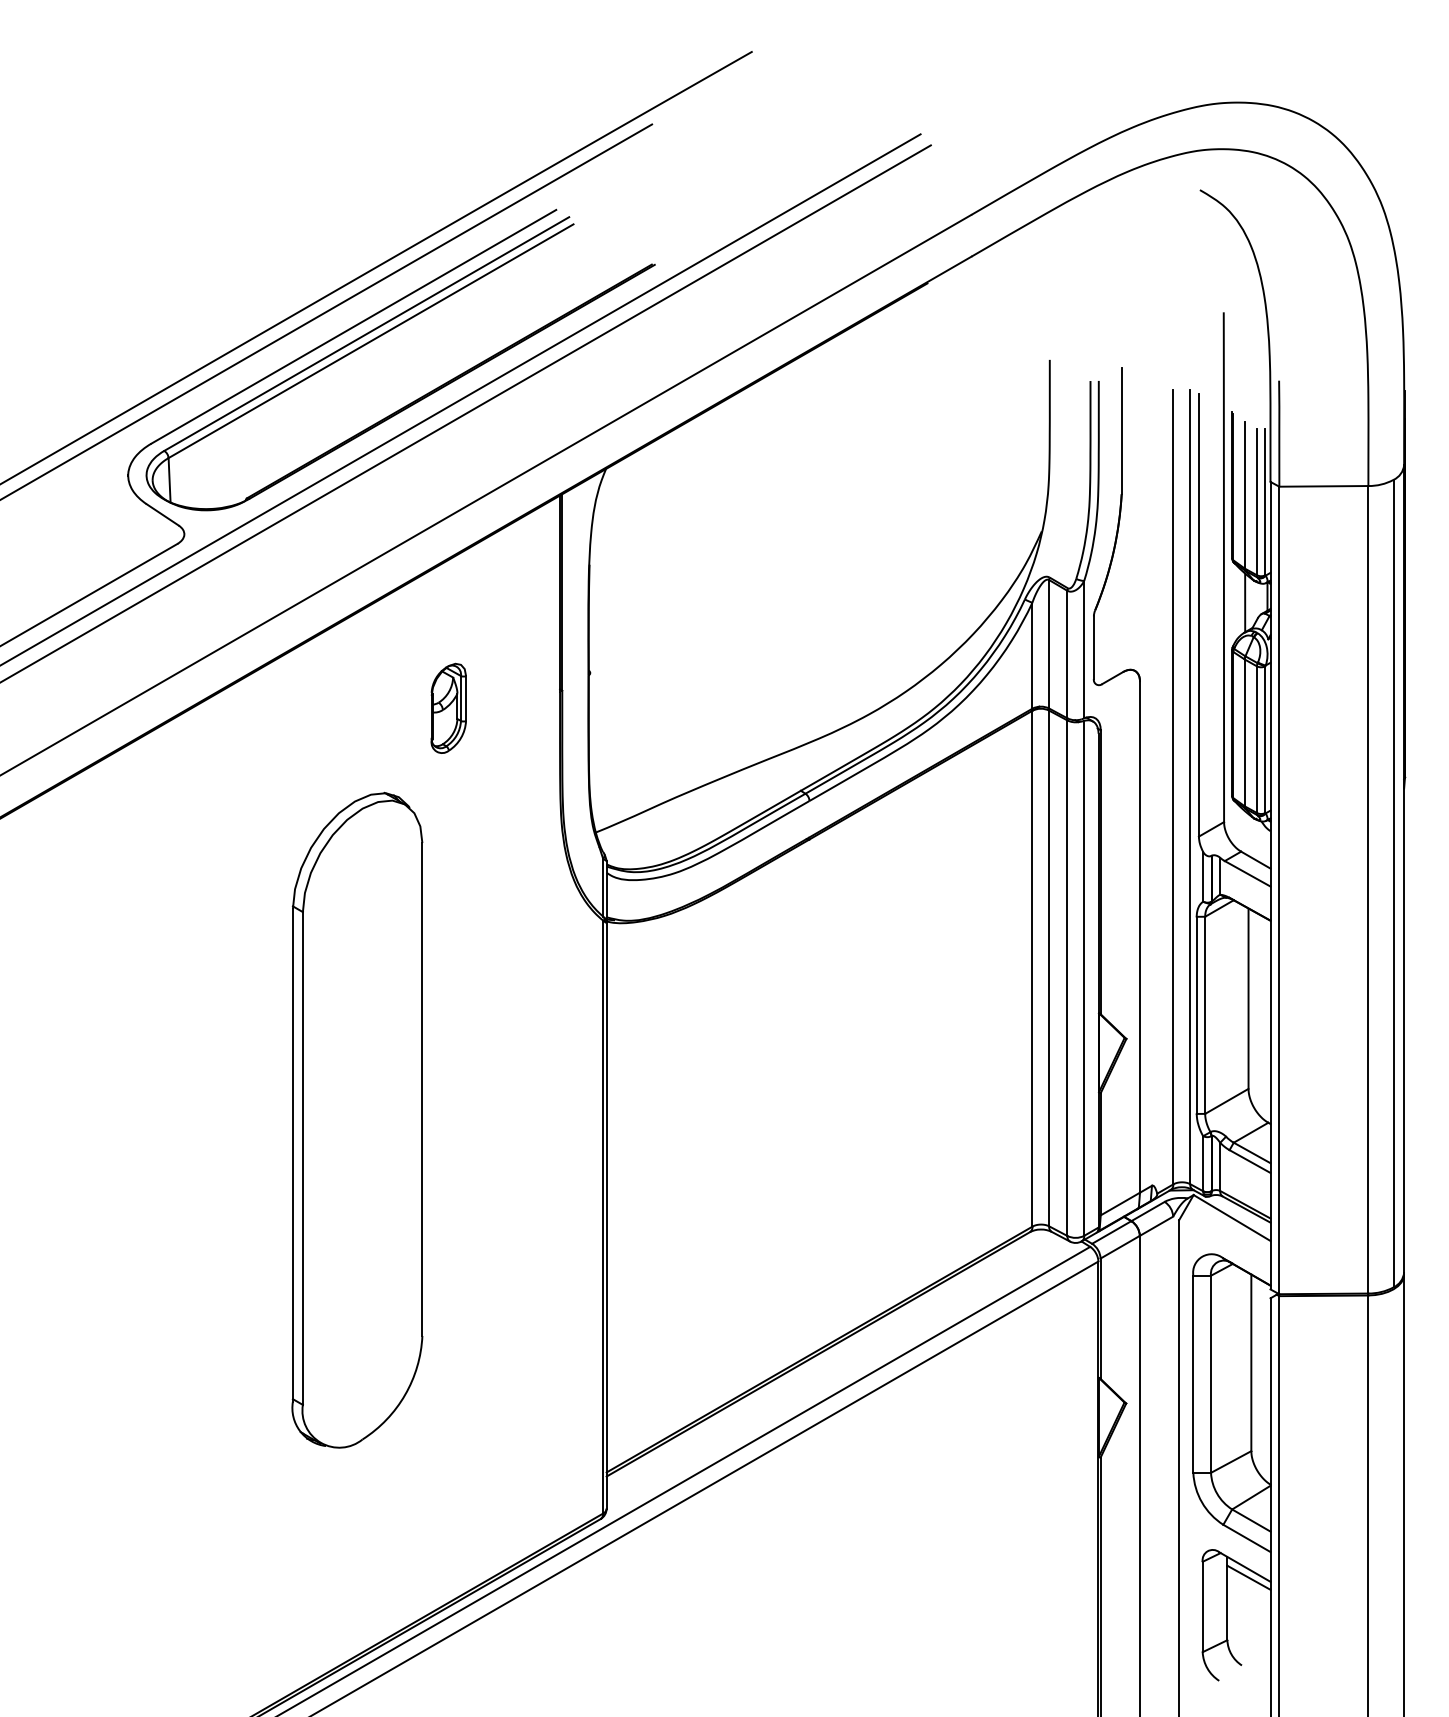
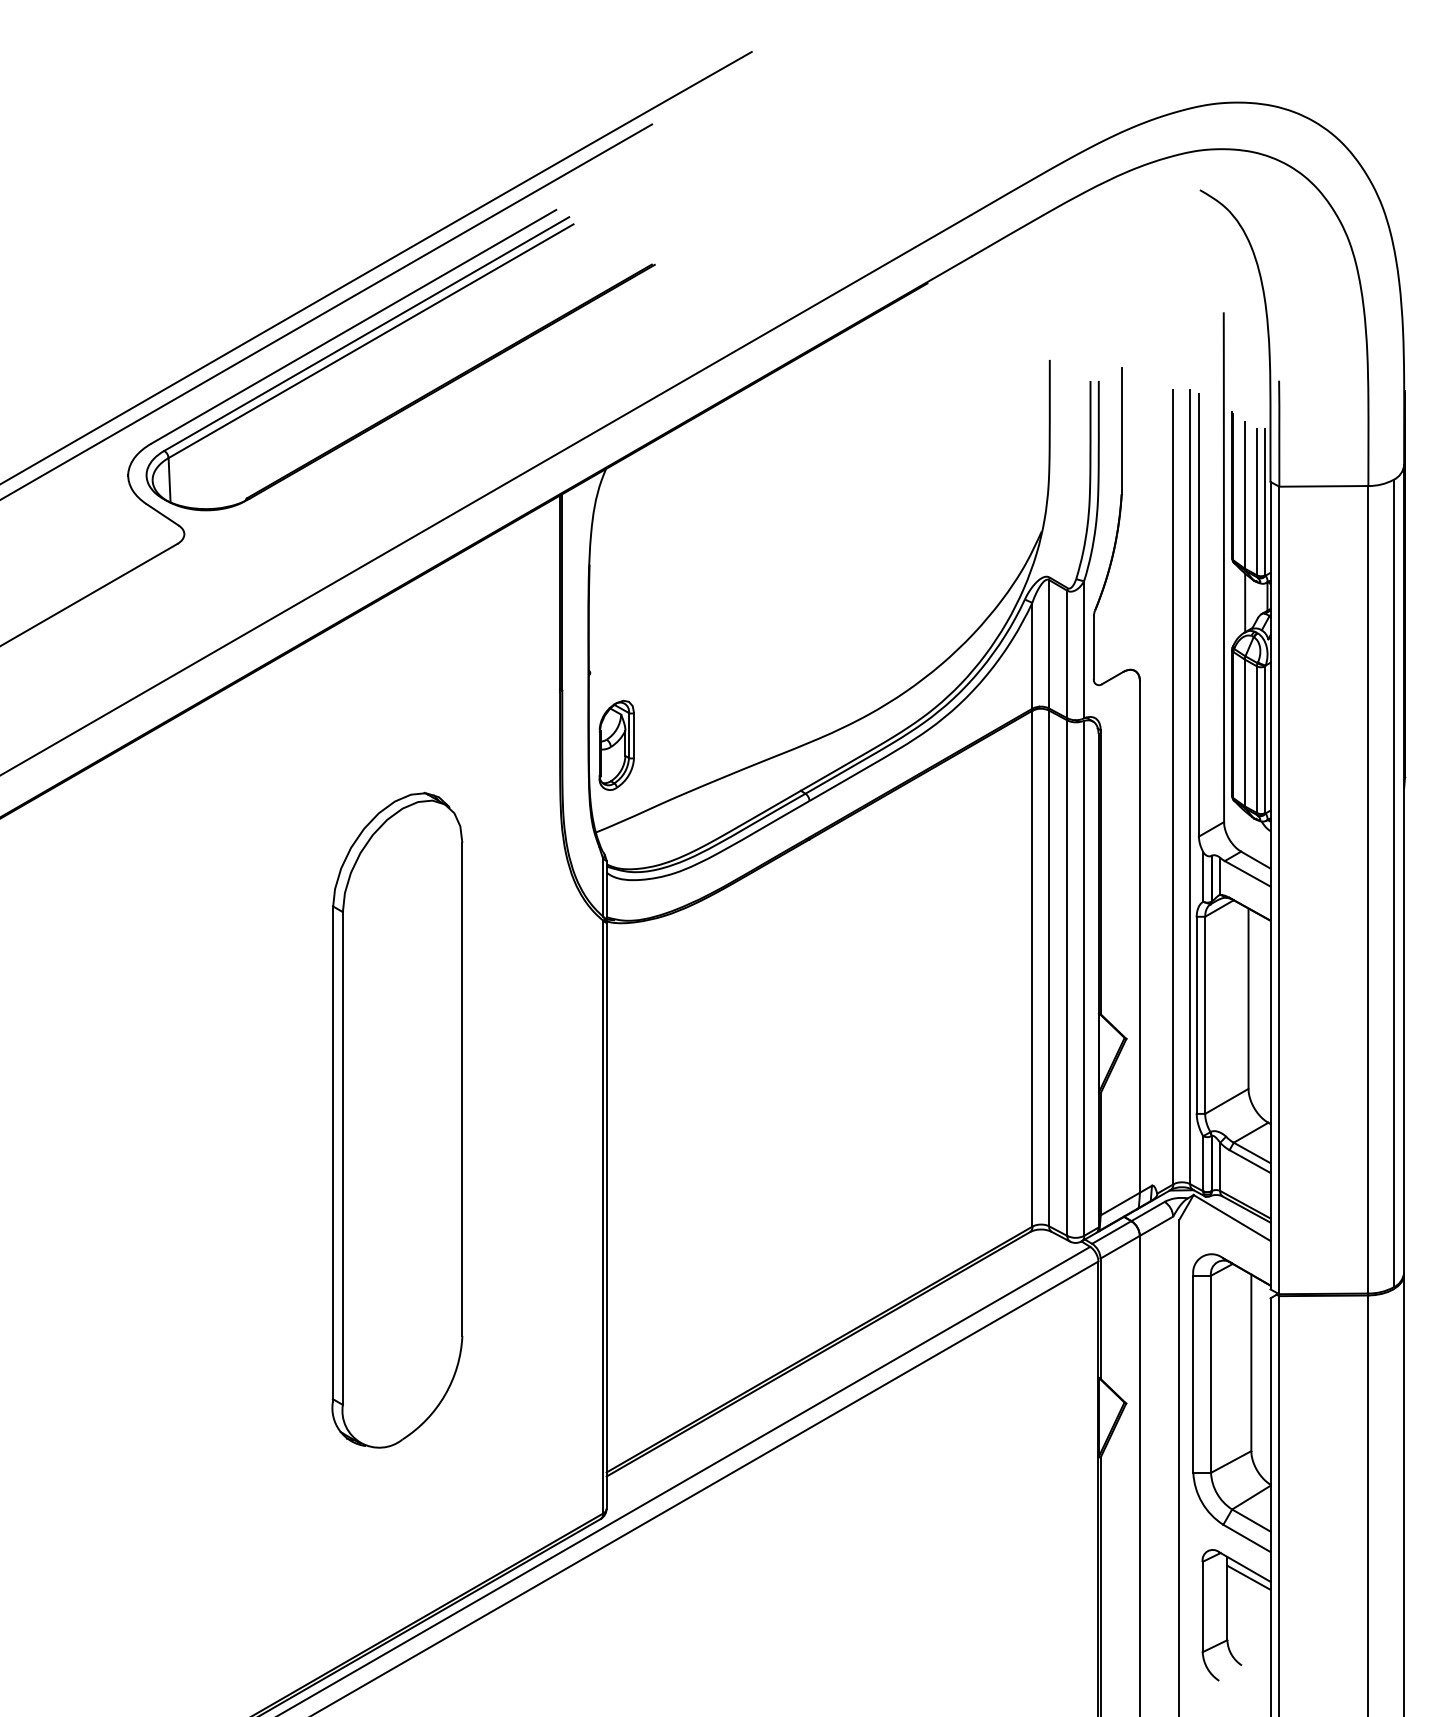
line at (461, 399): present -> none
line at (466, 413): present -> none
part at (448, 707) position: (448, 707) -> (616, 744)
part at (357, 1119) position: (357, 1119) -> (397, 1119)
